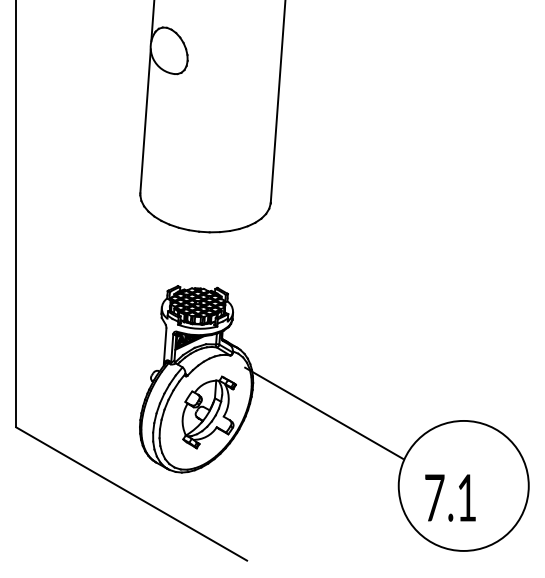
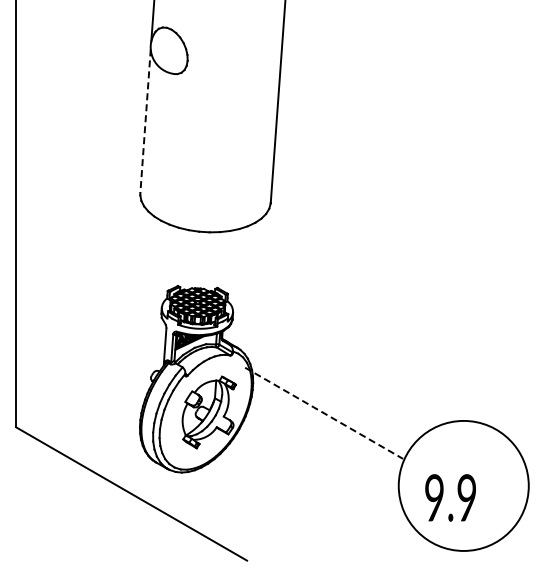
line at (145, 121): solid -> dashed
line at (324, 413): solid -> dashed
text at (450, 497): 7.1 -> 9.9
